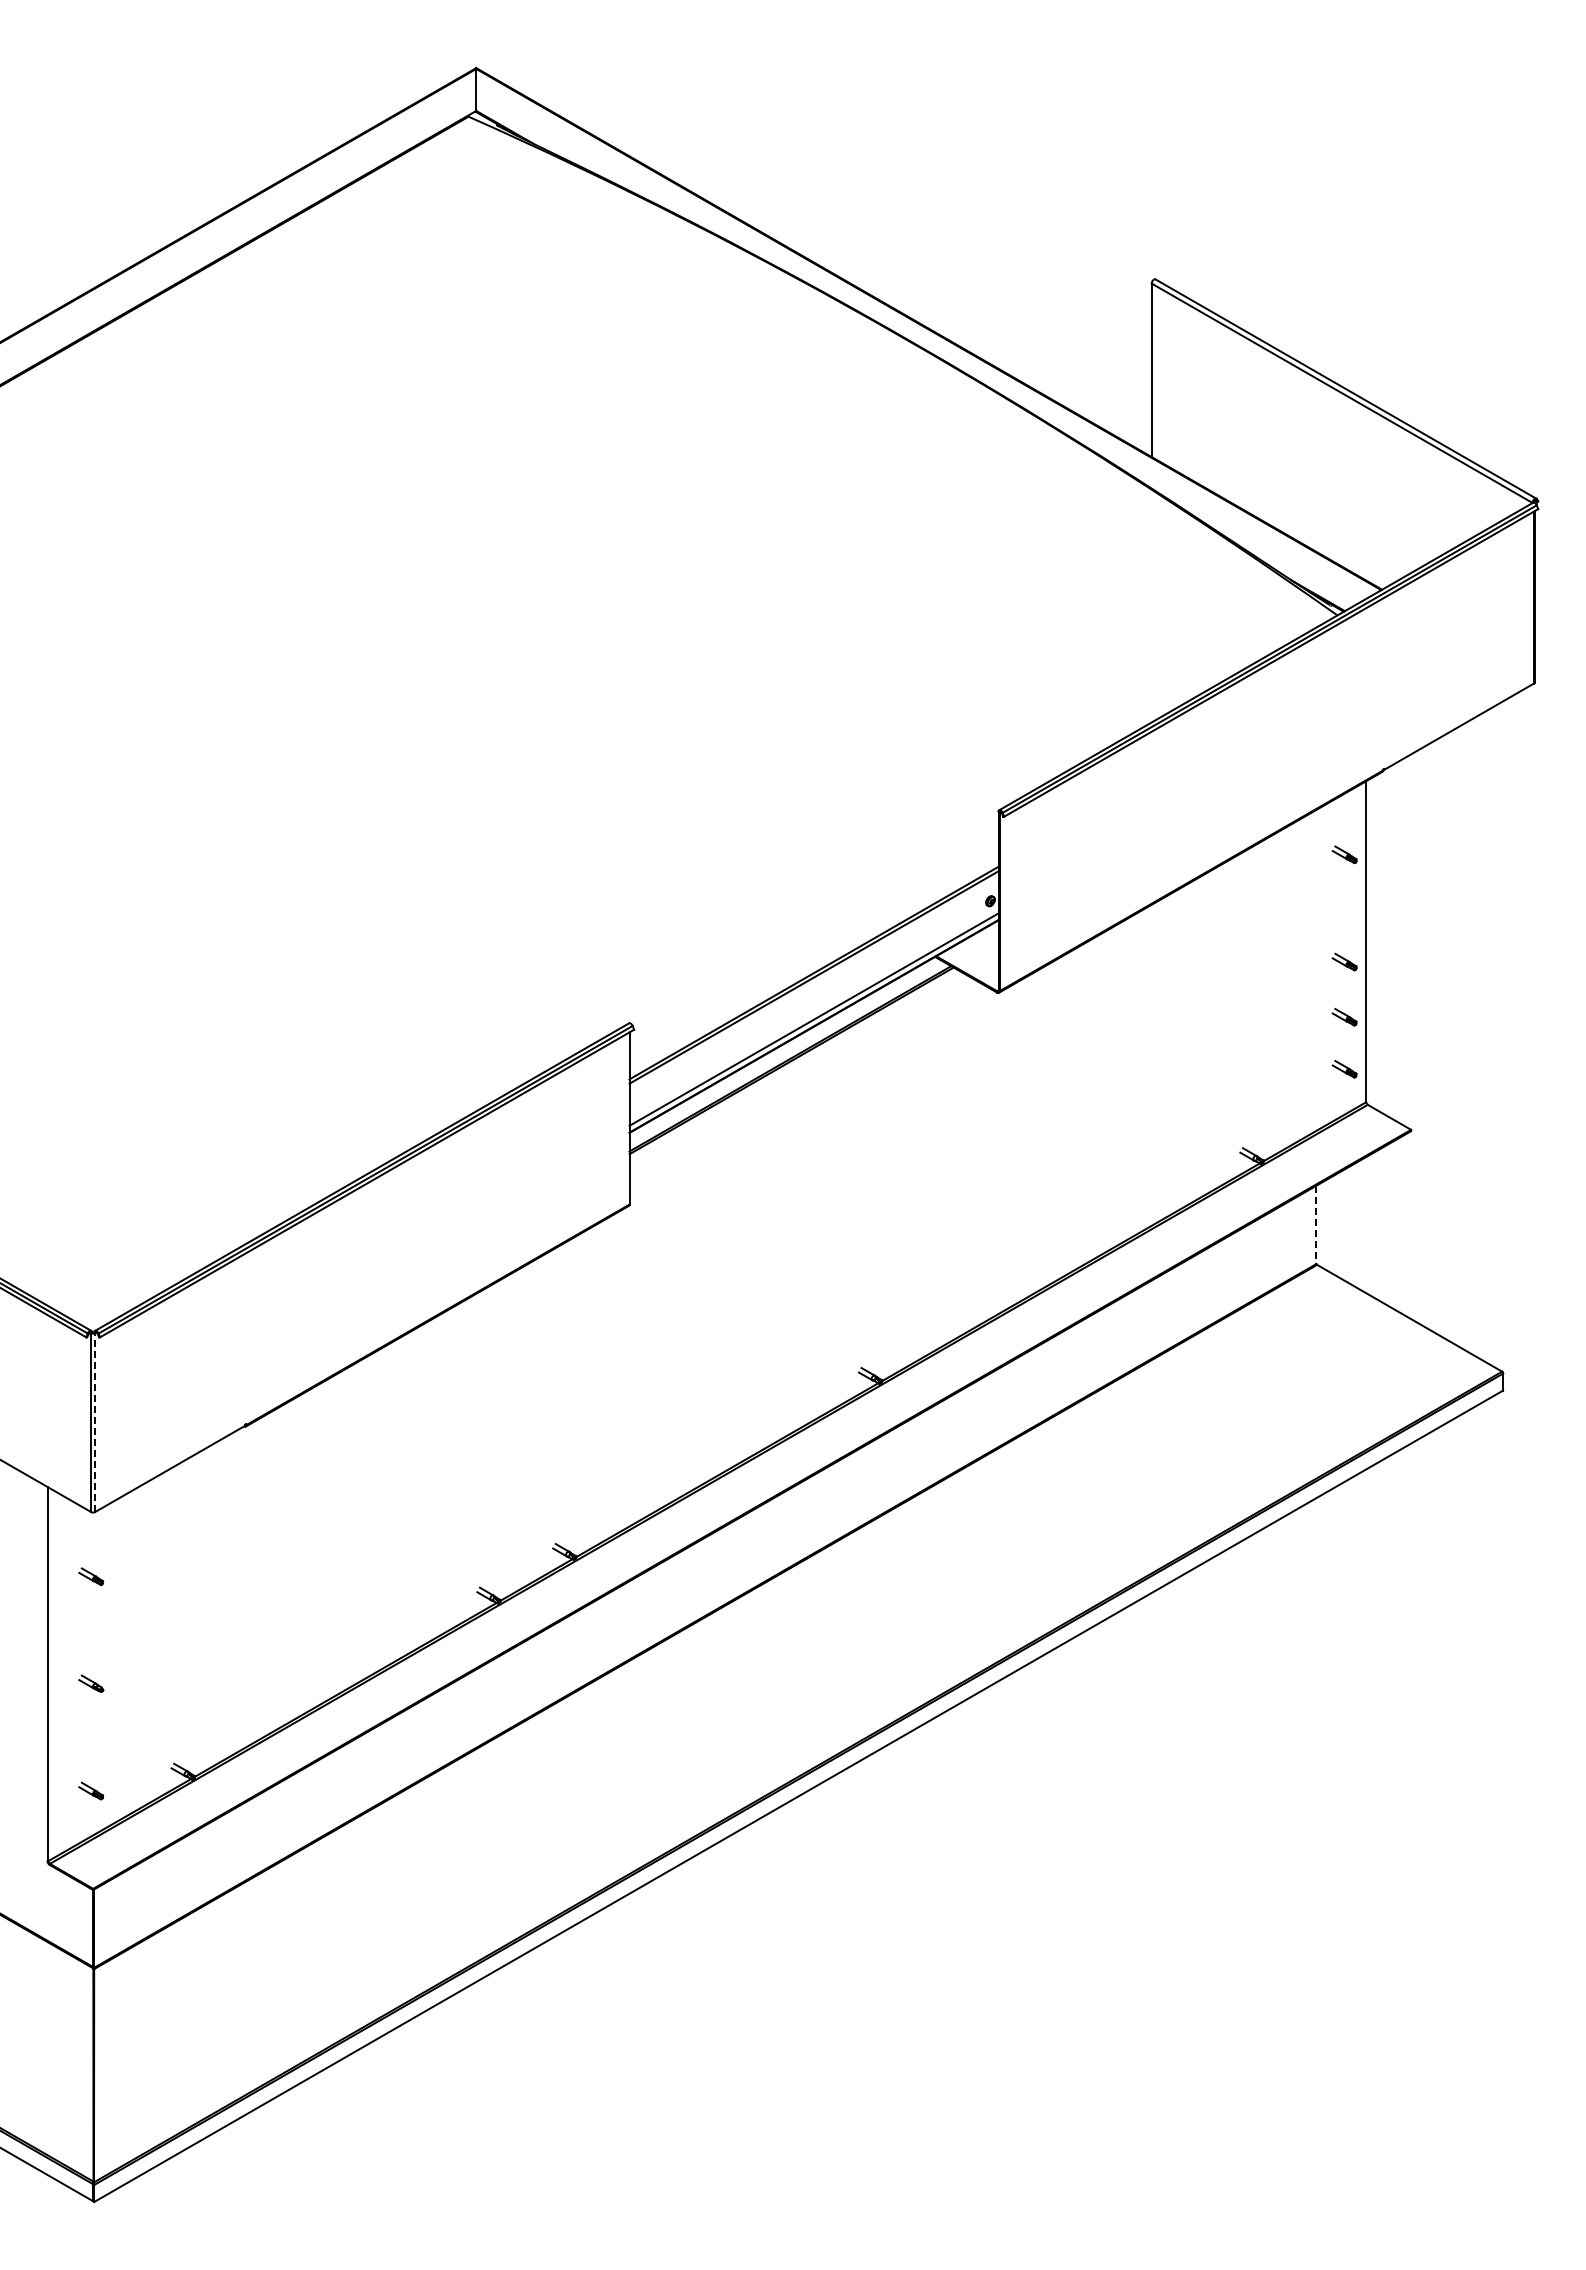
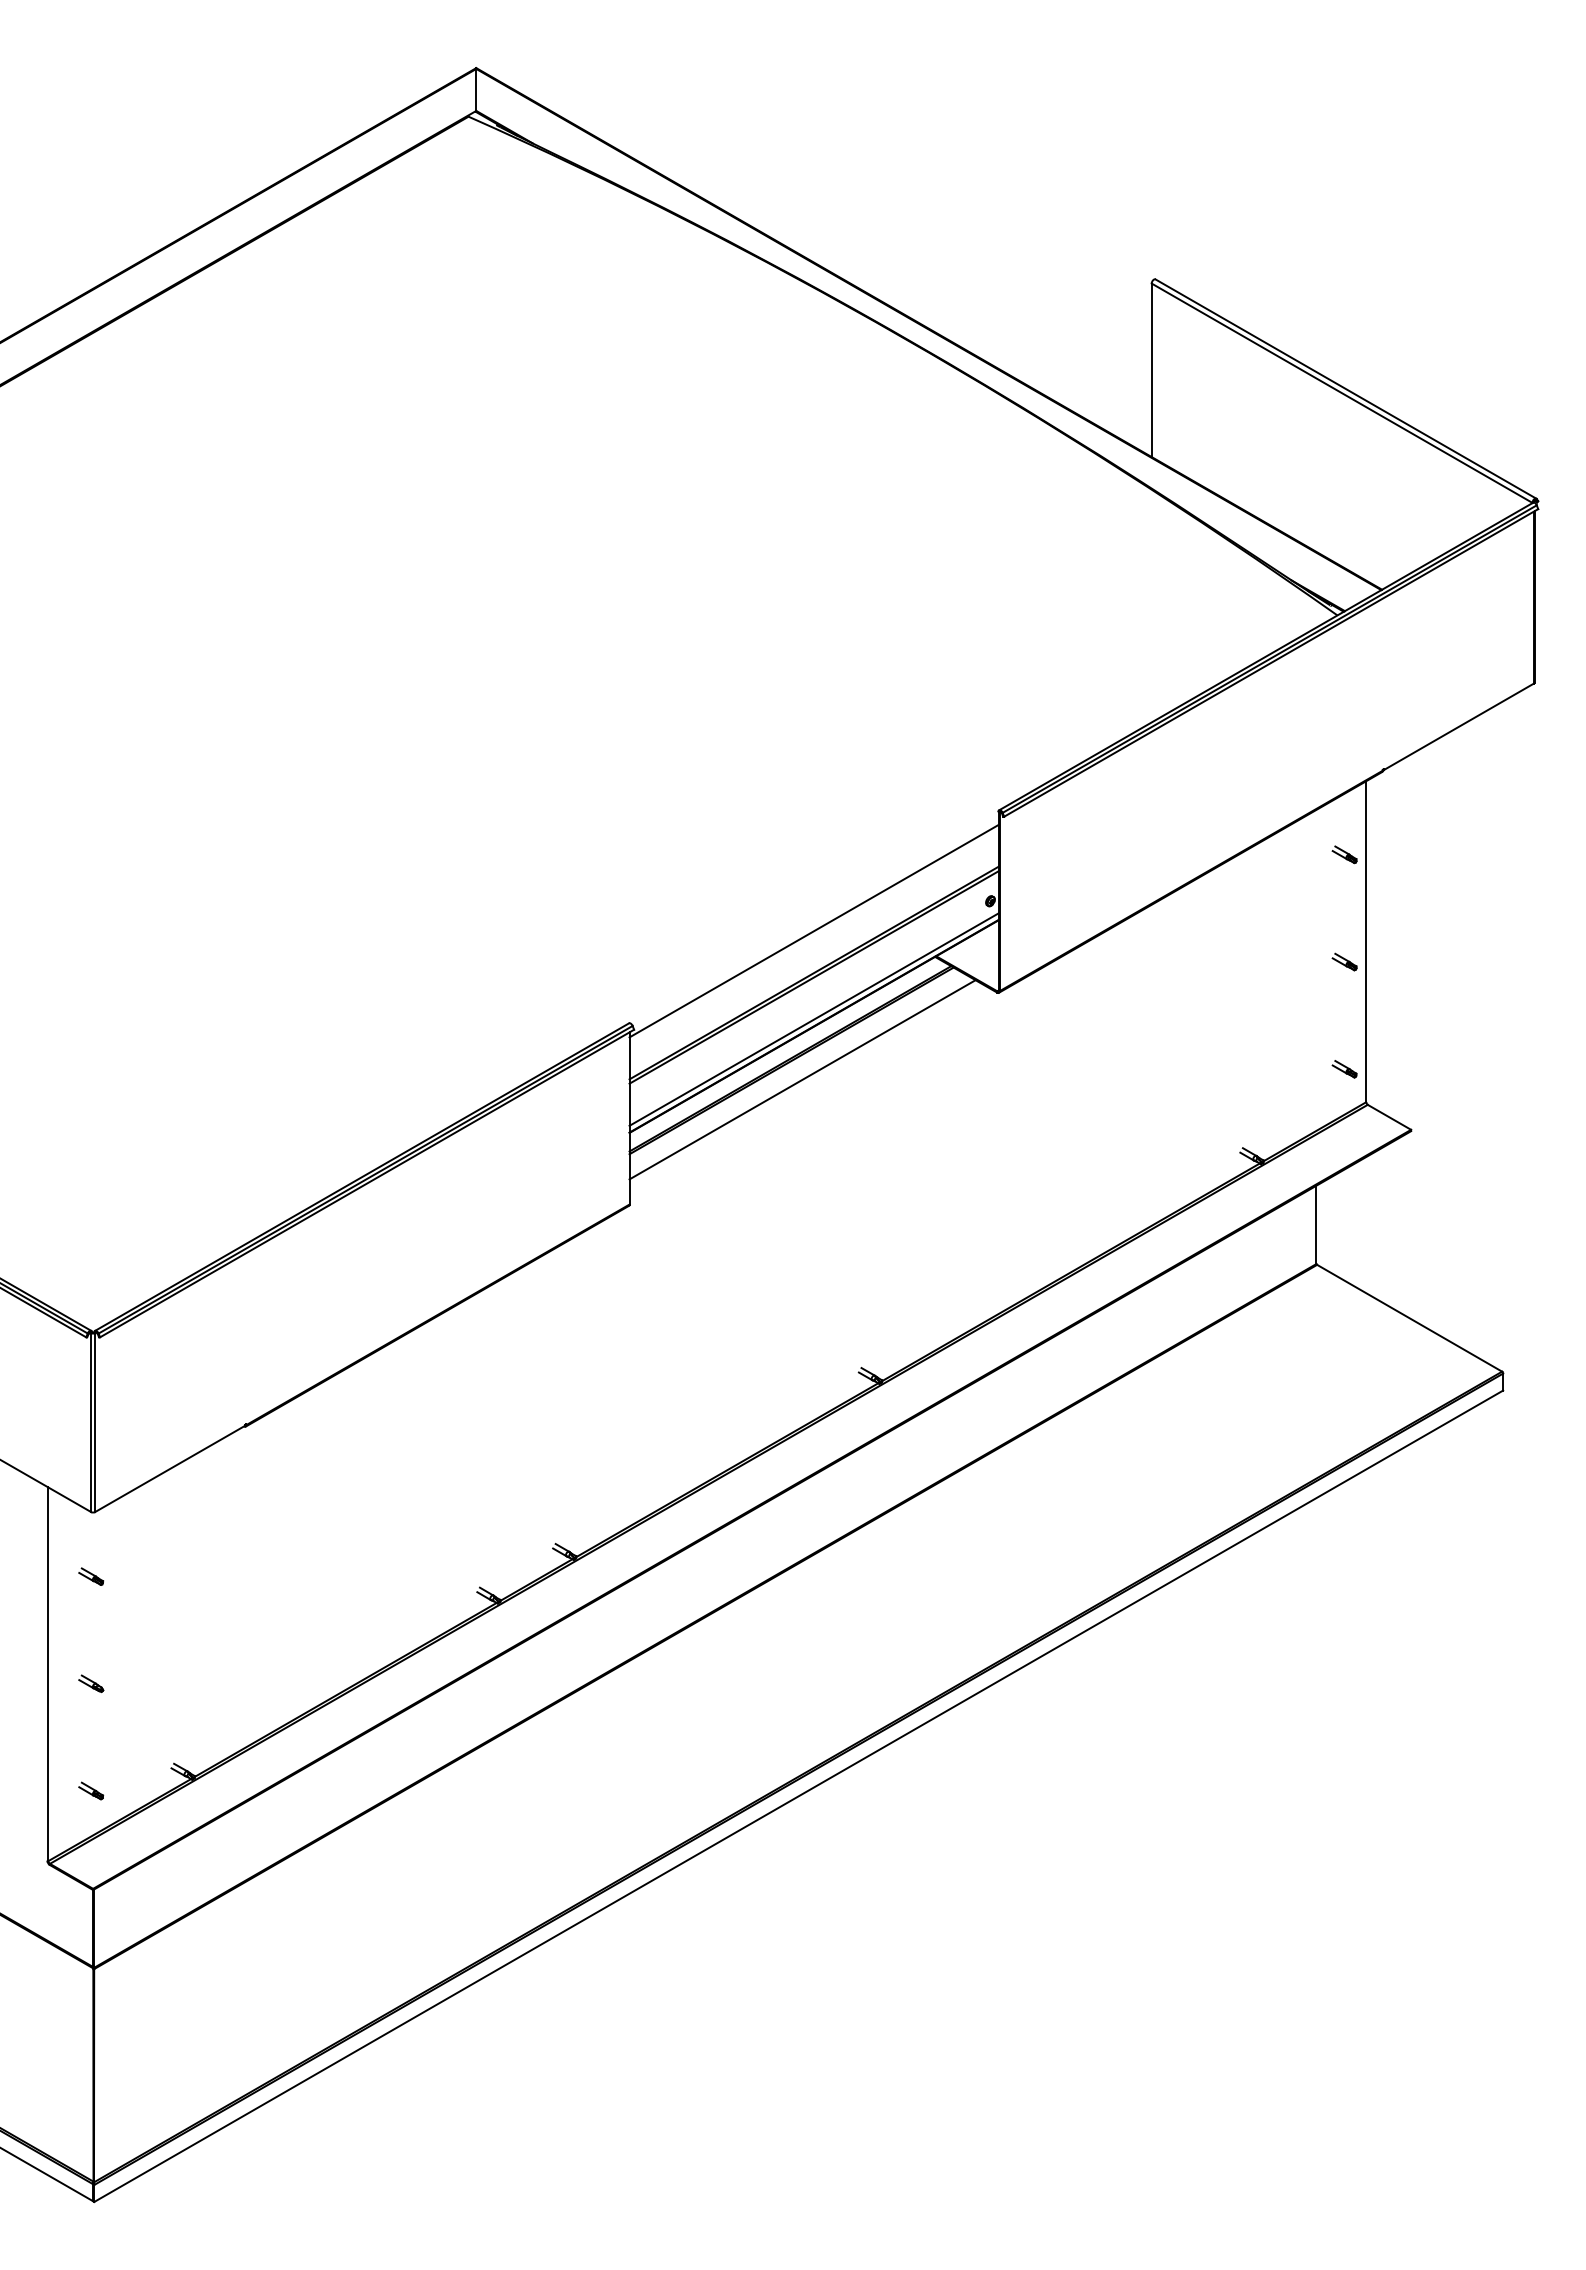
line at (813, 931): none -> present
part at (1344, 1017): present -> none
line at (802, 1079): none -> present
line at (1316, 1225): dashed -> solid
line at (95, 1421): dashed -> solid
